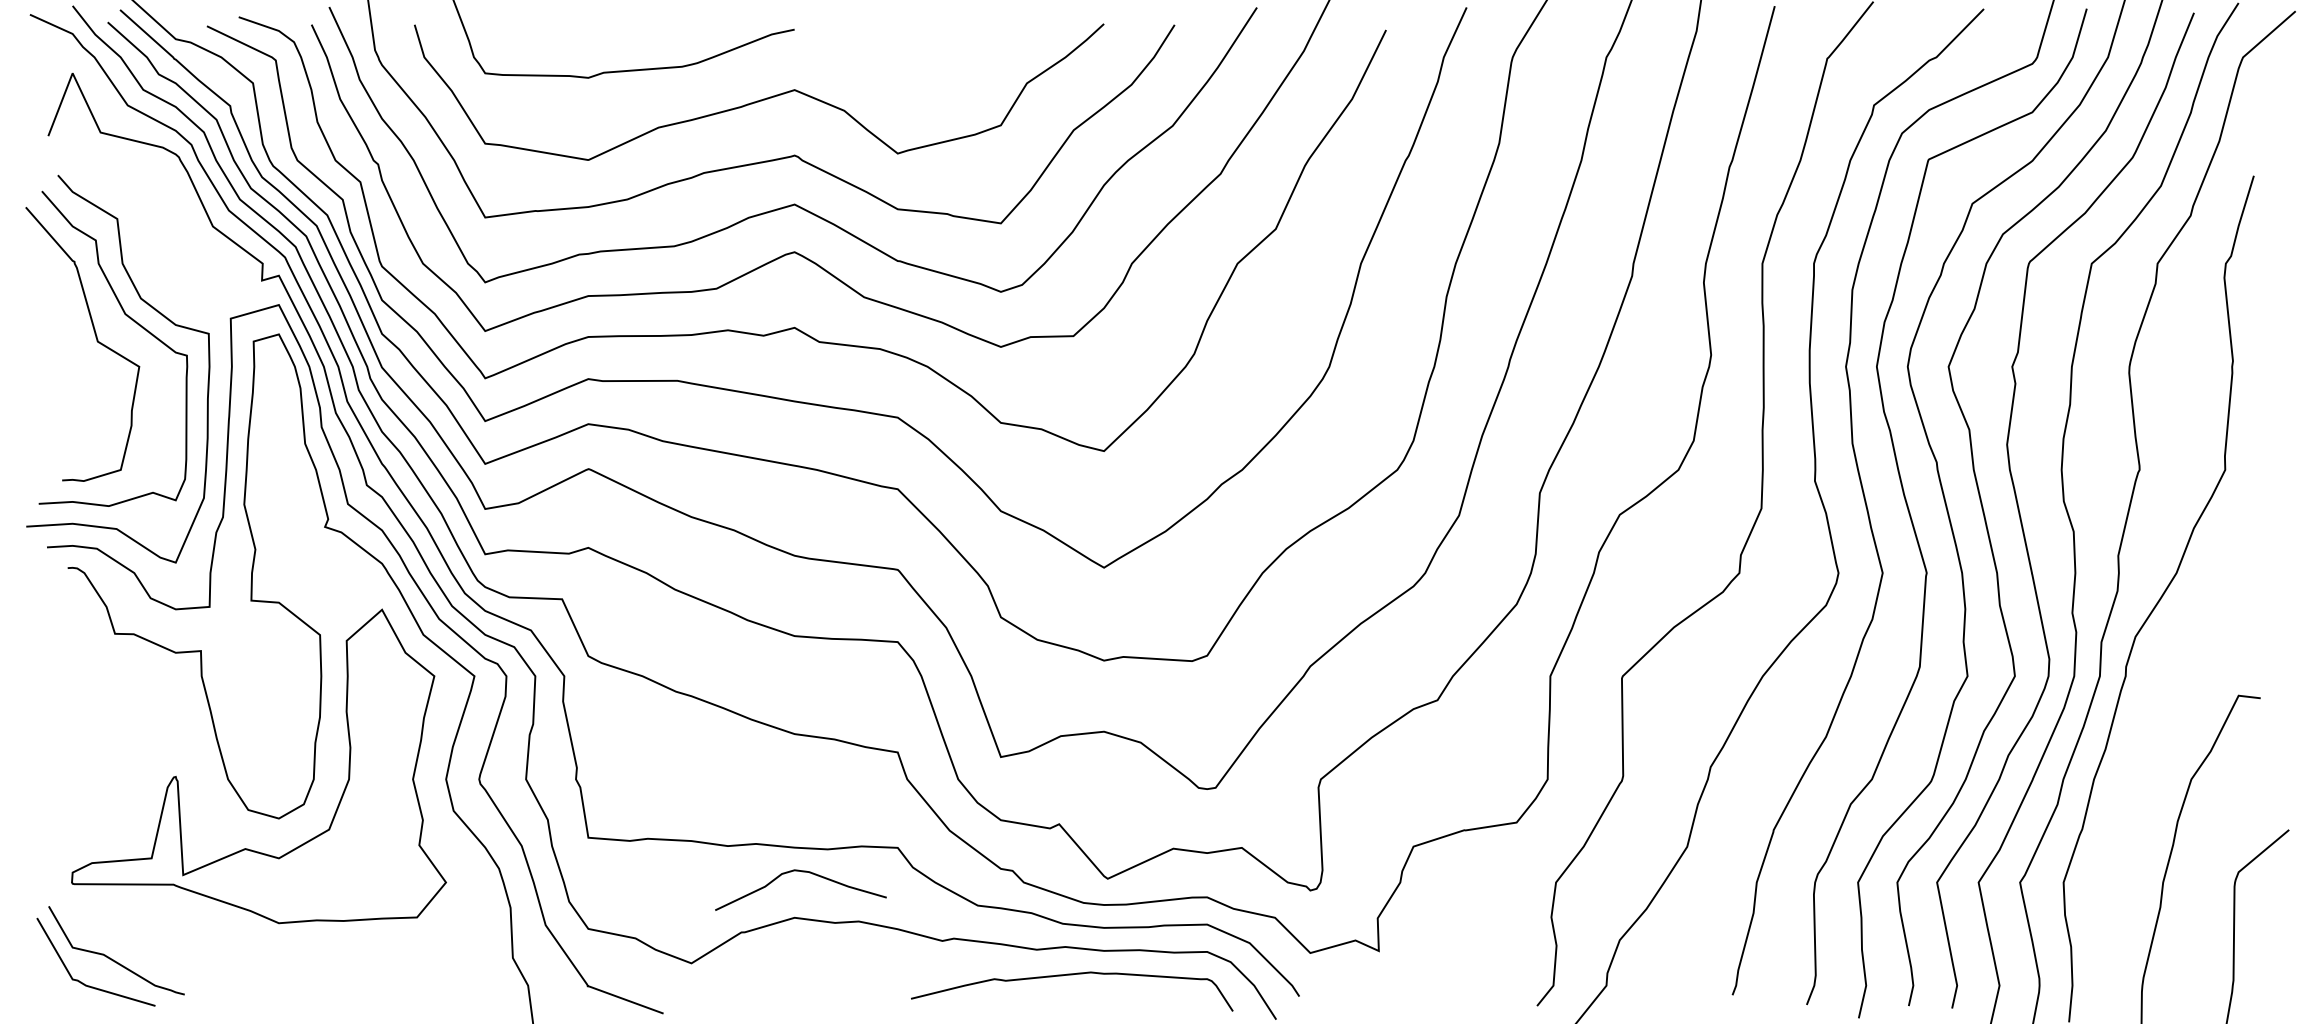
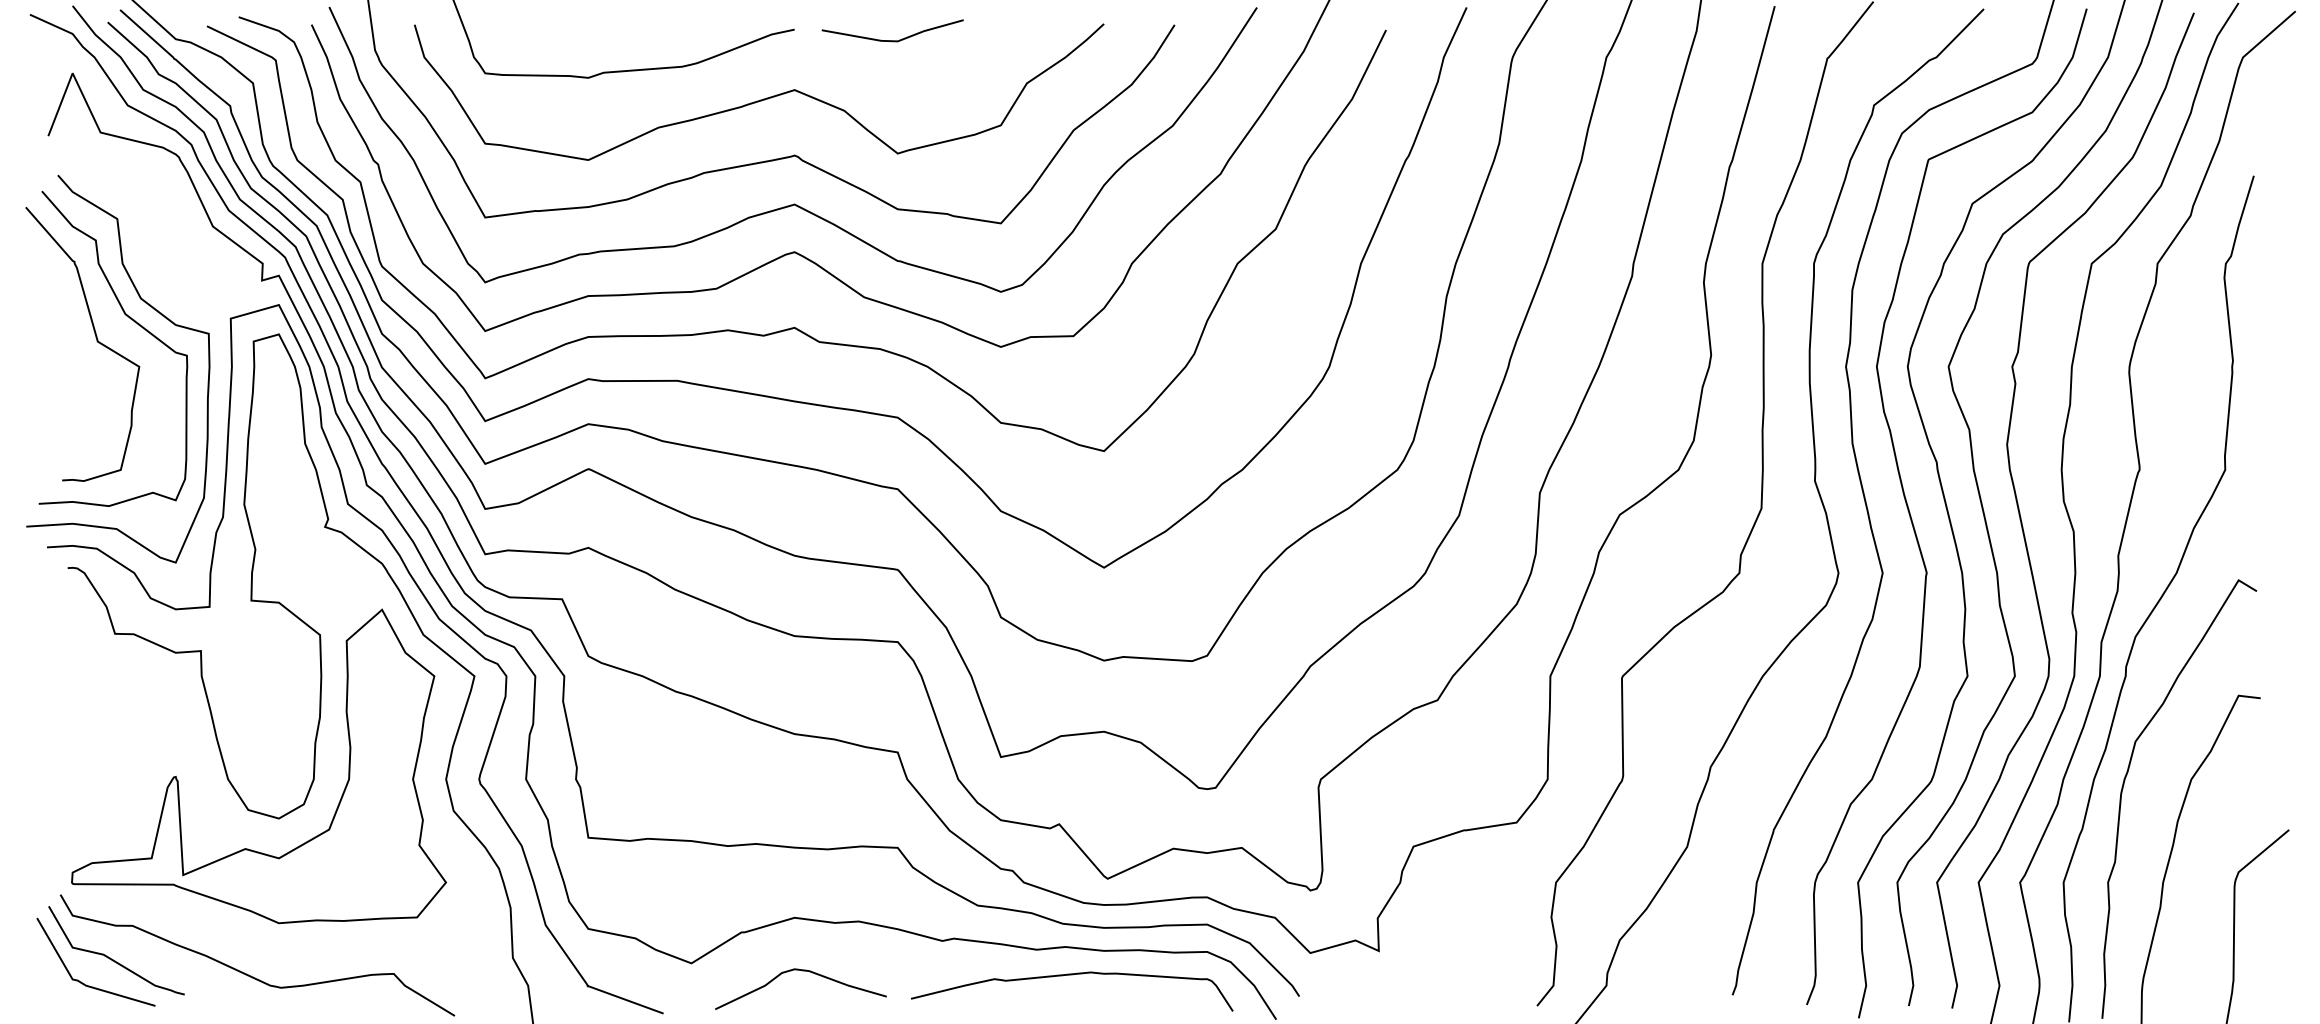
line at (892, 40): none -> present
curve at (2124, 785): none -> present
curve at (802, 872) position: (802, 872) -> (802, 971)
curve at (251, 975): none -> present
